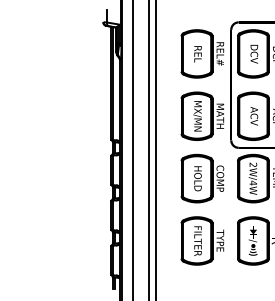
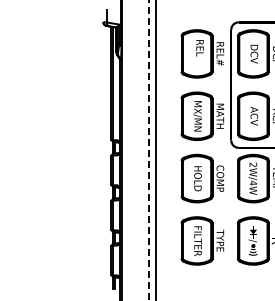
text at (197, 54) position: (197, 54) -> (199, 48)
line at (133, 149): present -> none
line at (148, 150): solid -> dashed
